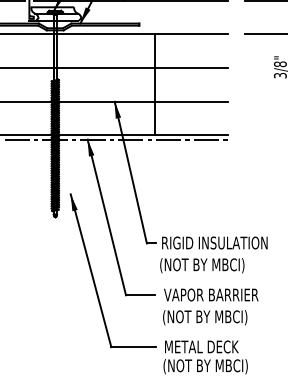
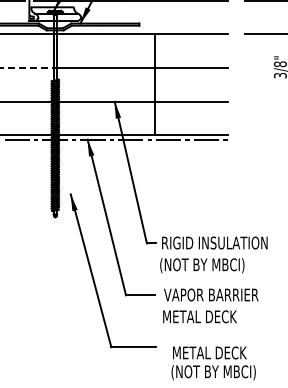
line at (27, 68): solid -> dashed
text at (205, 317): (NOT BY MBCI) -> METAL DECK
text at (205, 357) position: (205, 357) -> (213, 363)
